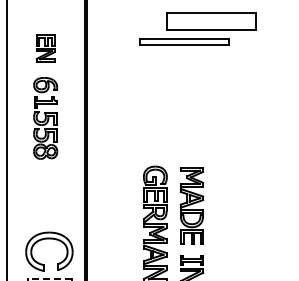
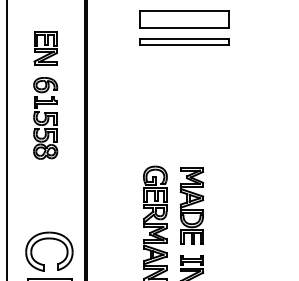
part at (211, 21) position: (211, 21) -> (184, 19)
part at (45, 48) size: 21x29 px -> 25x35 px
line at (49, 279): dashed -> solid
